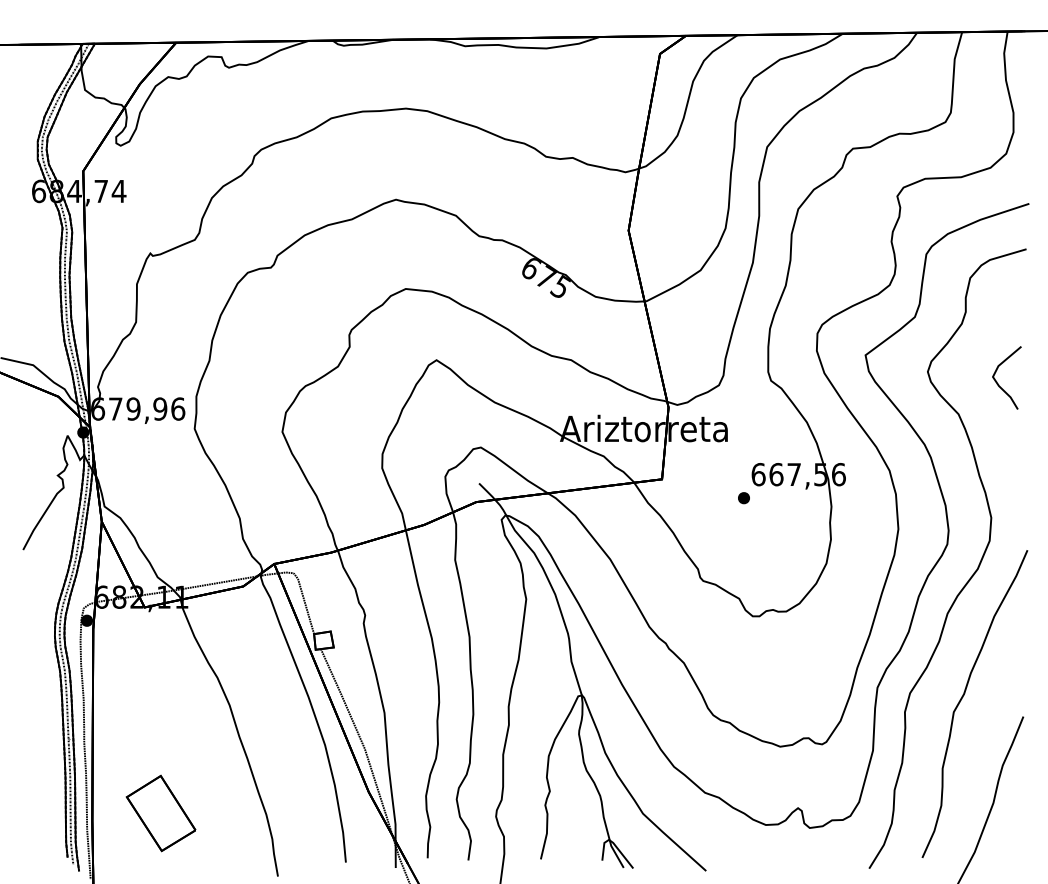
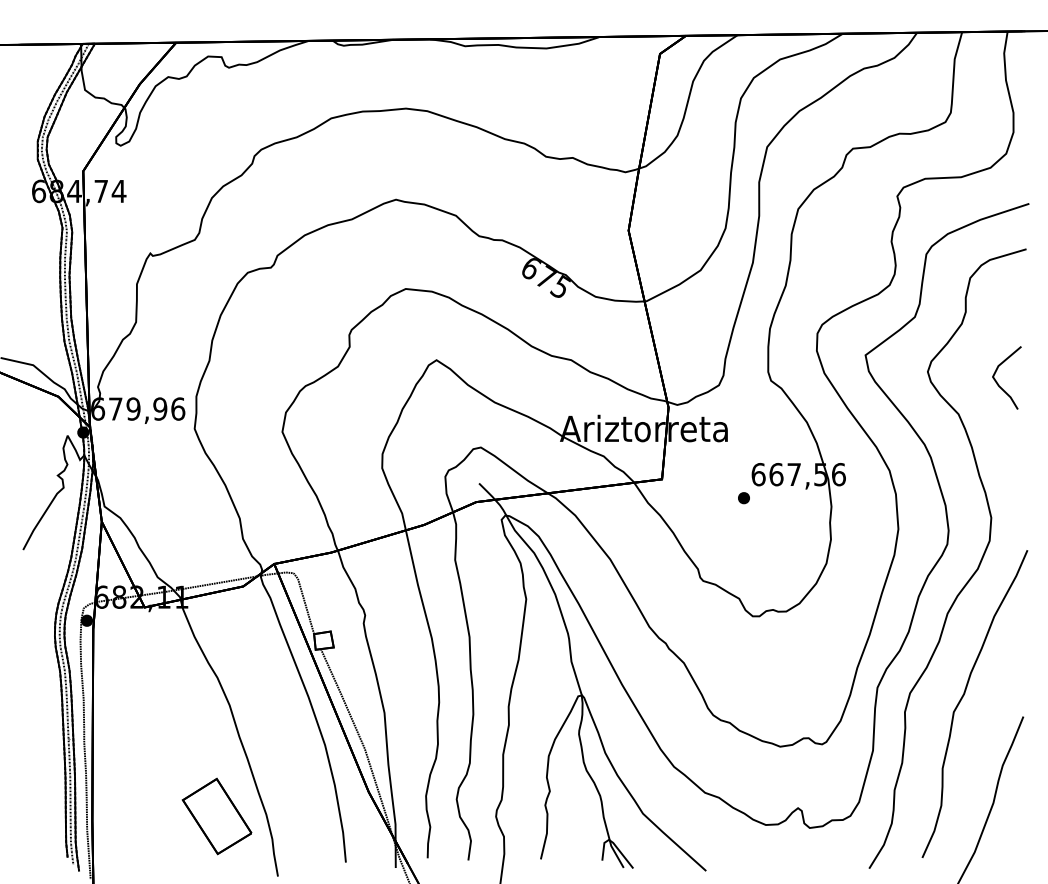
part at (160, 813) position: (160, 813) -> (216, 816)
